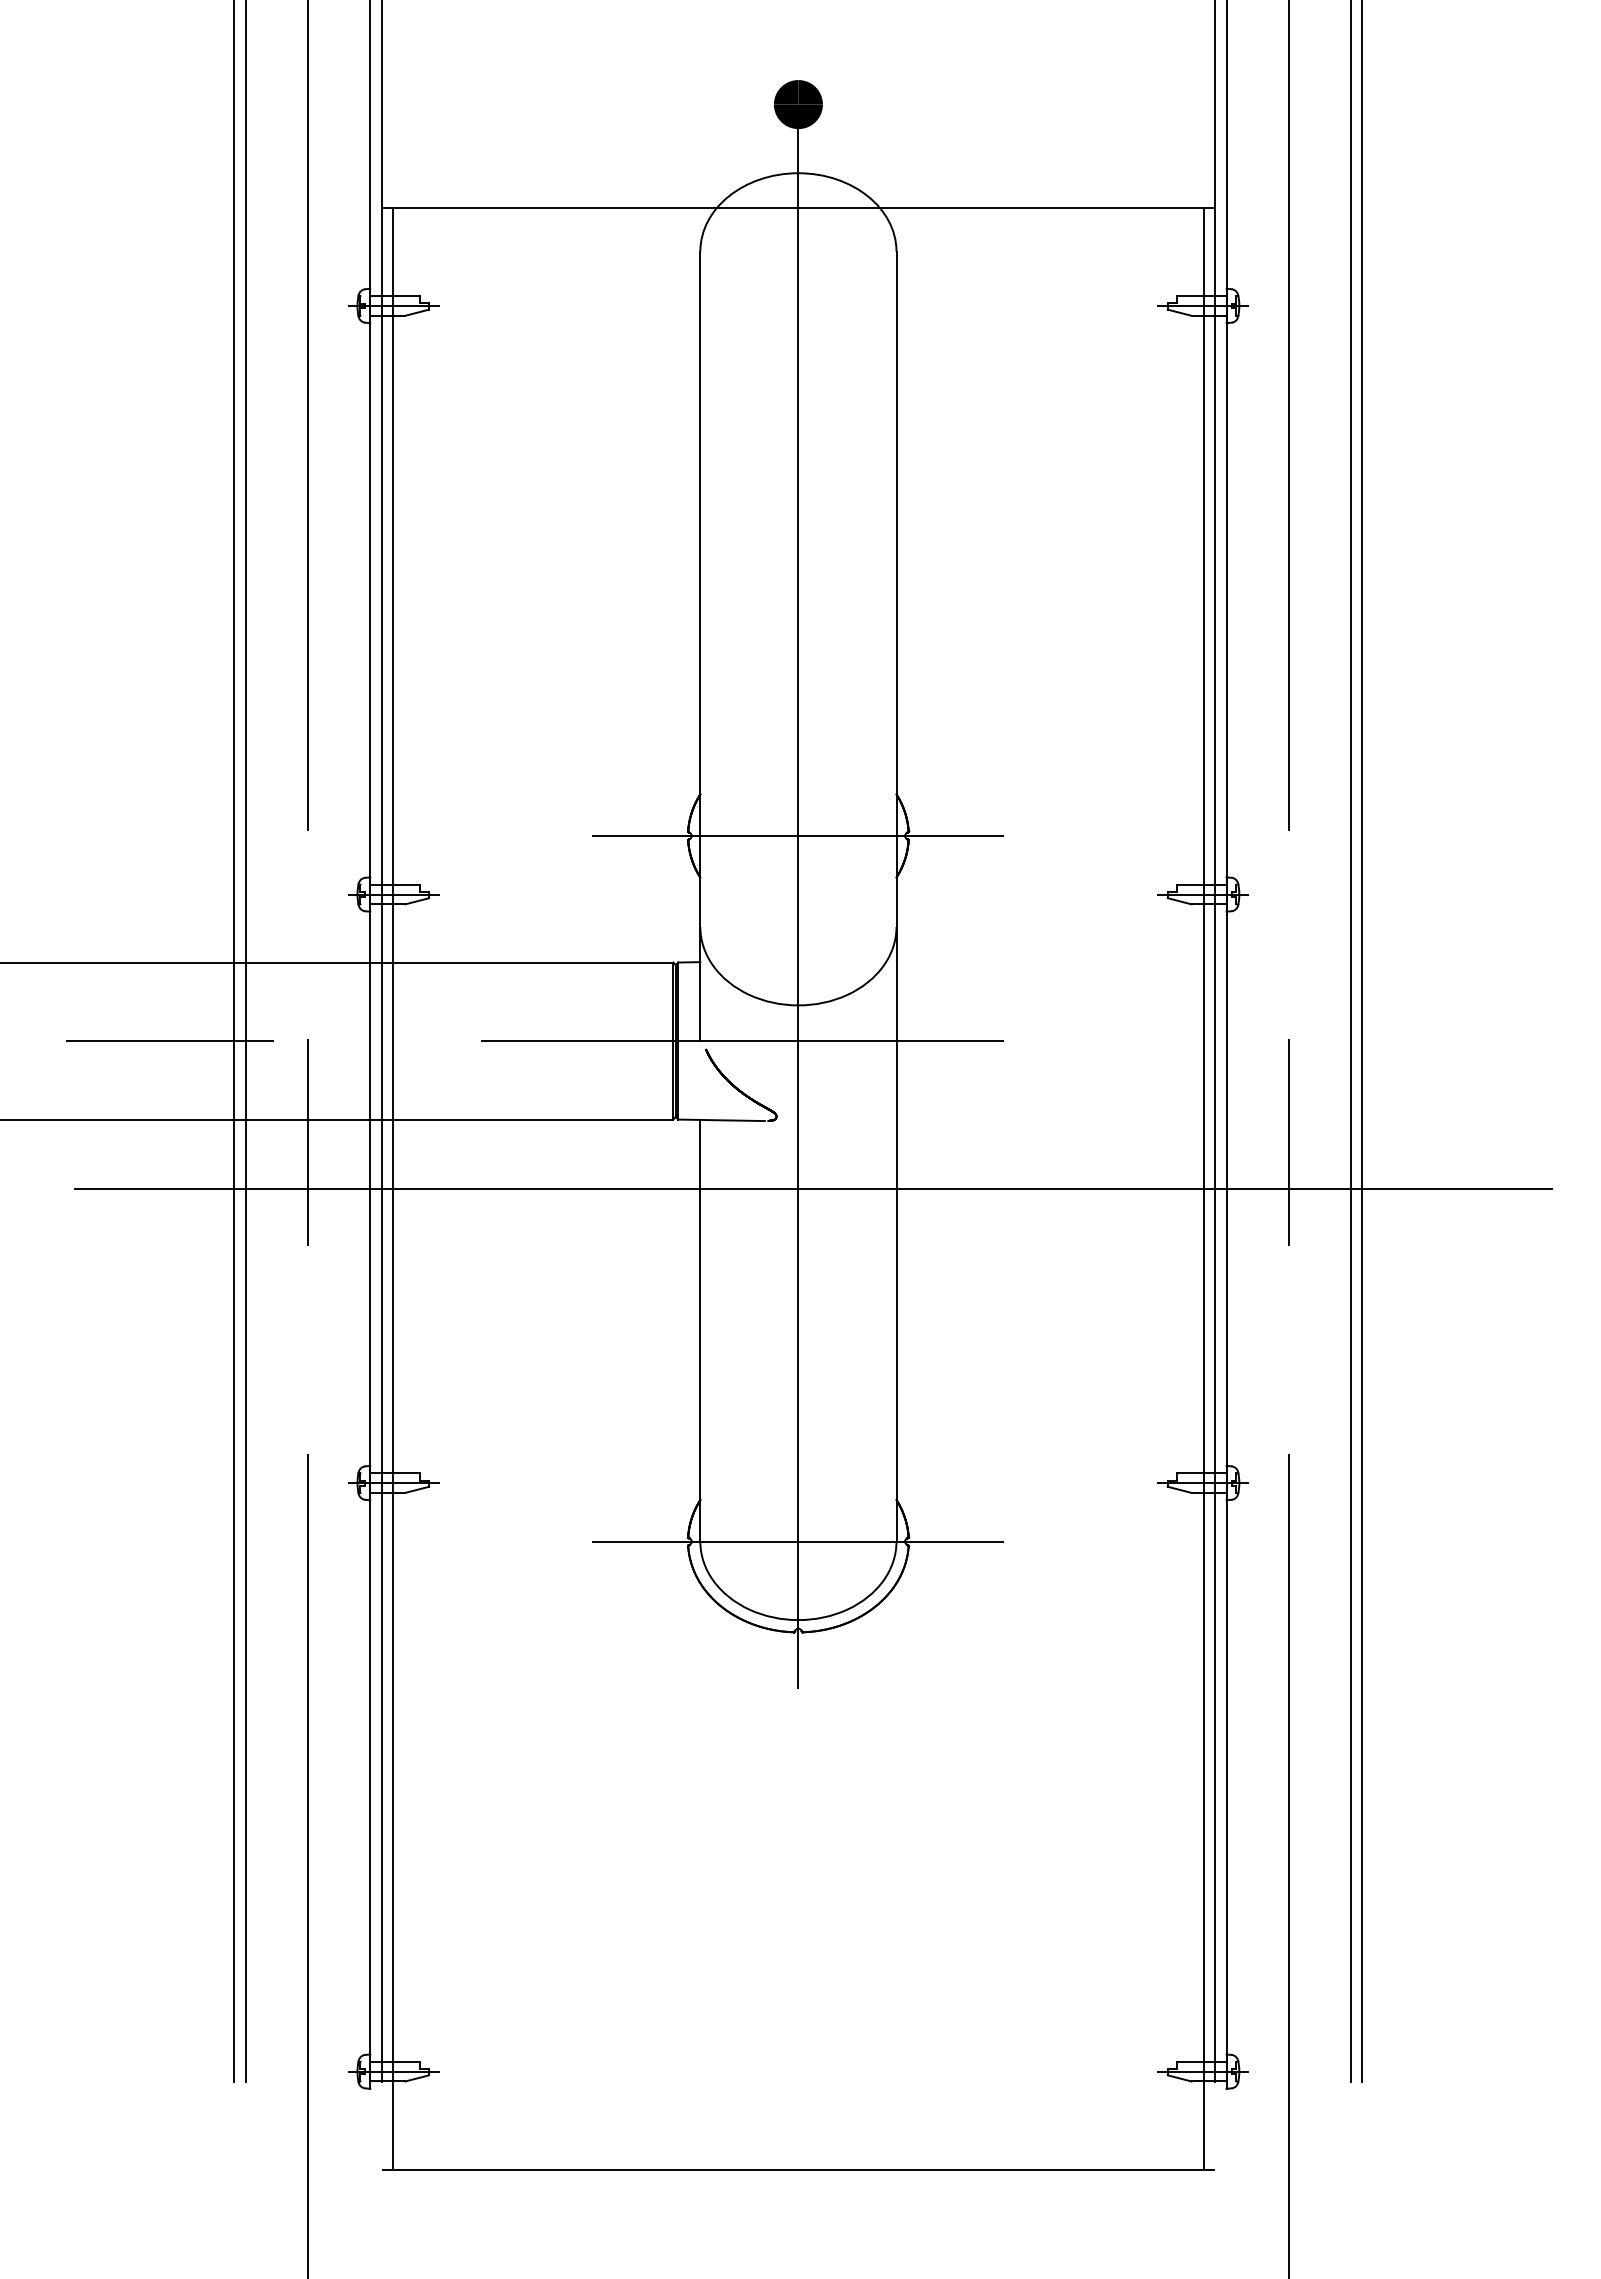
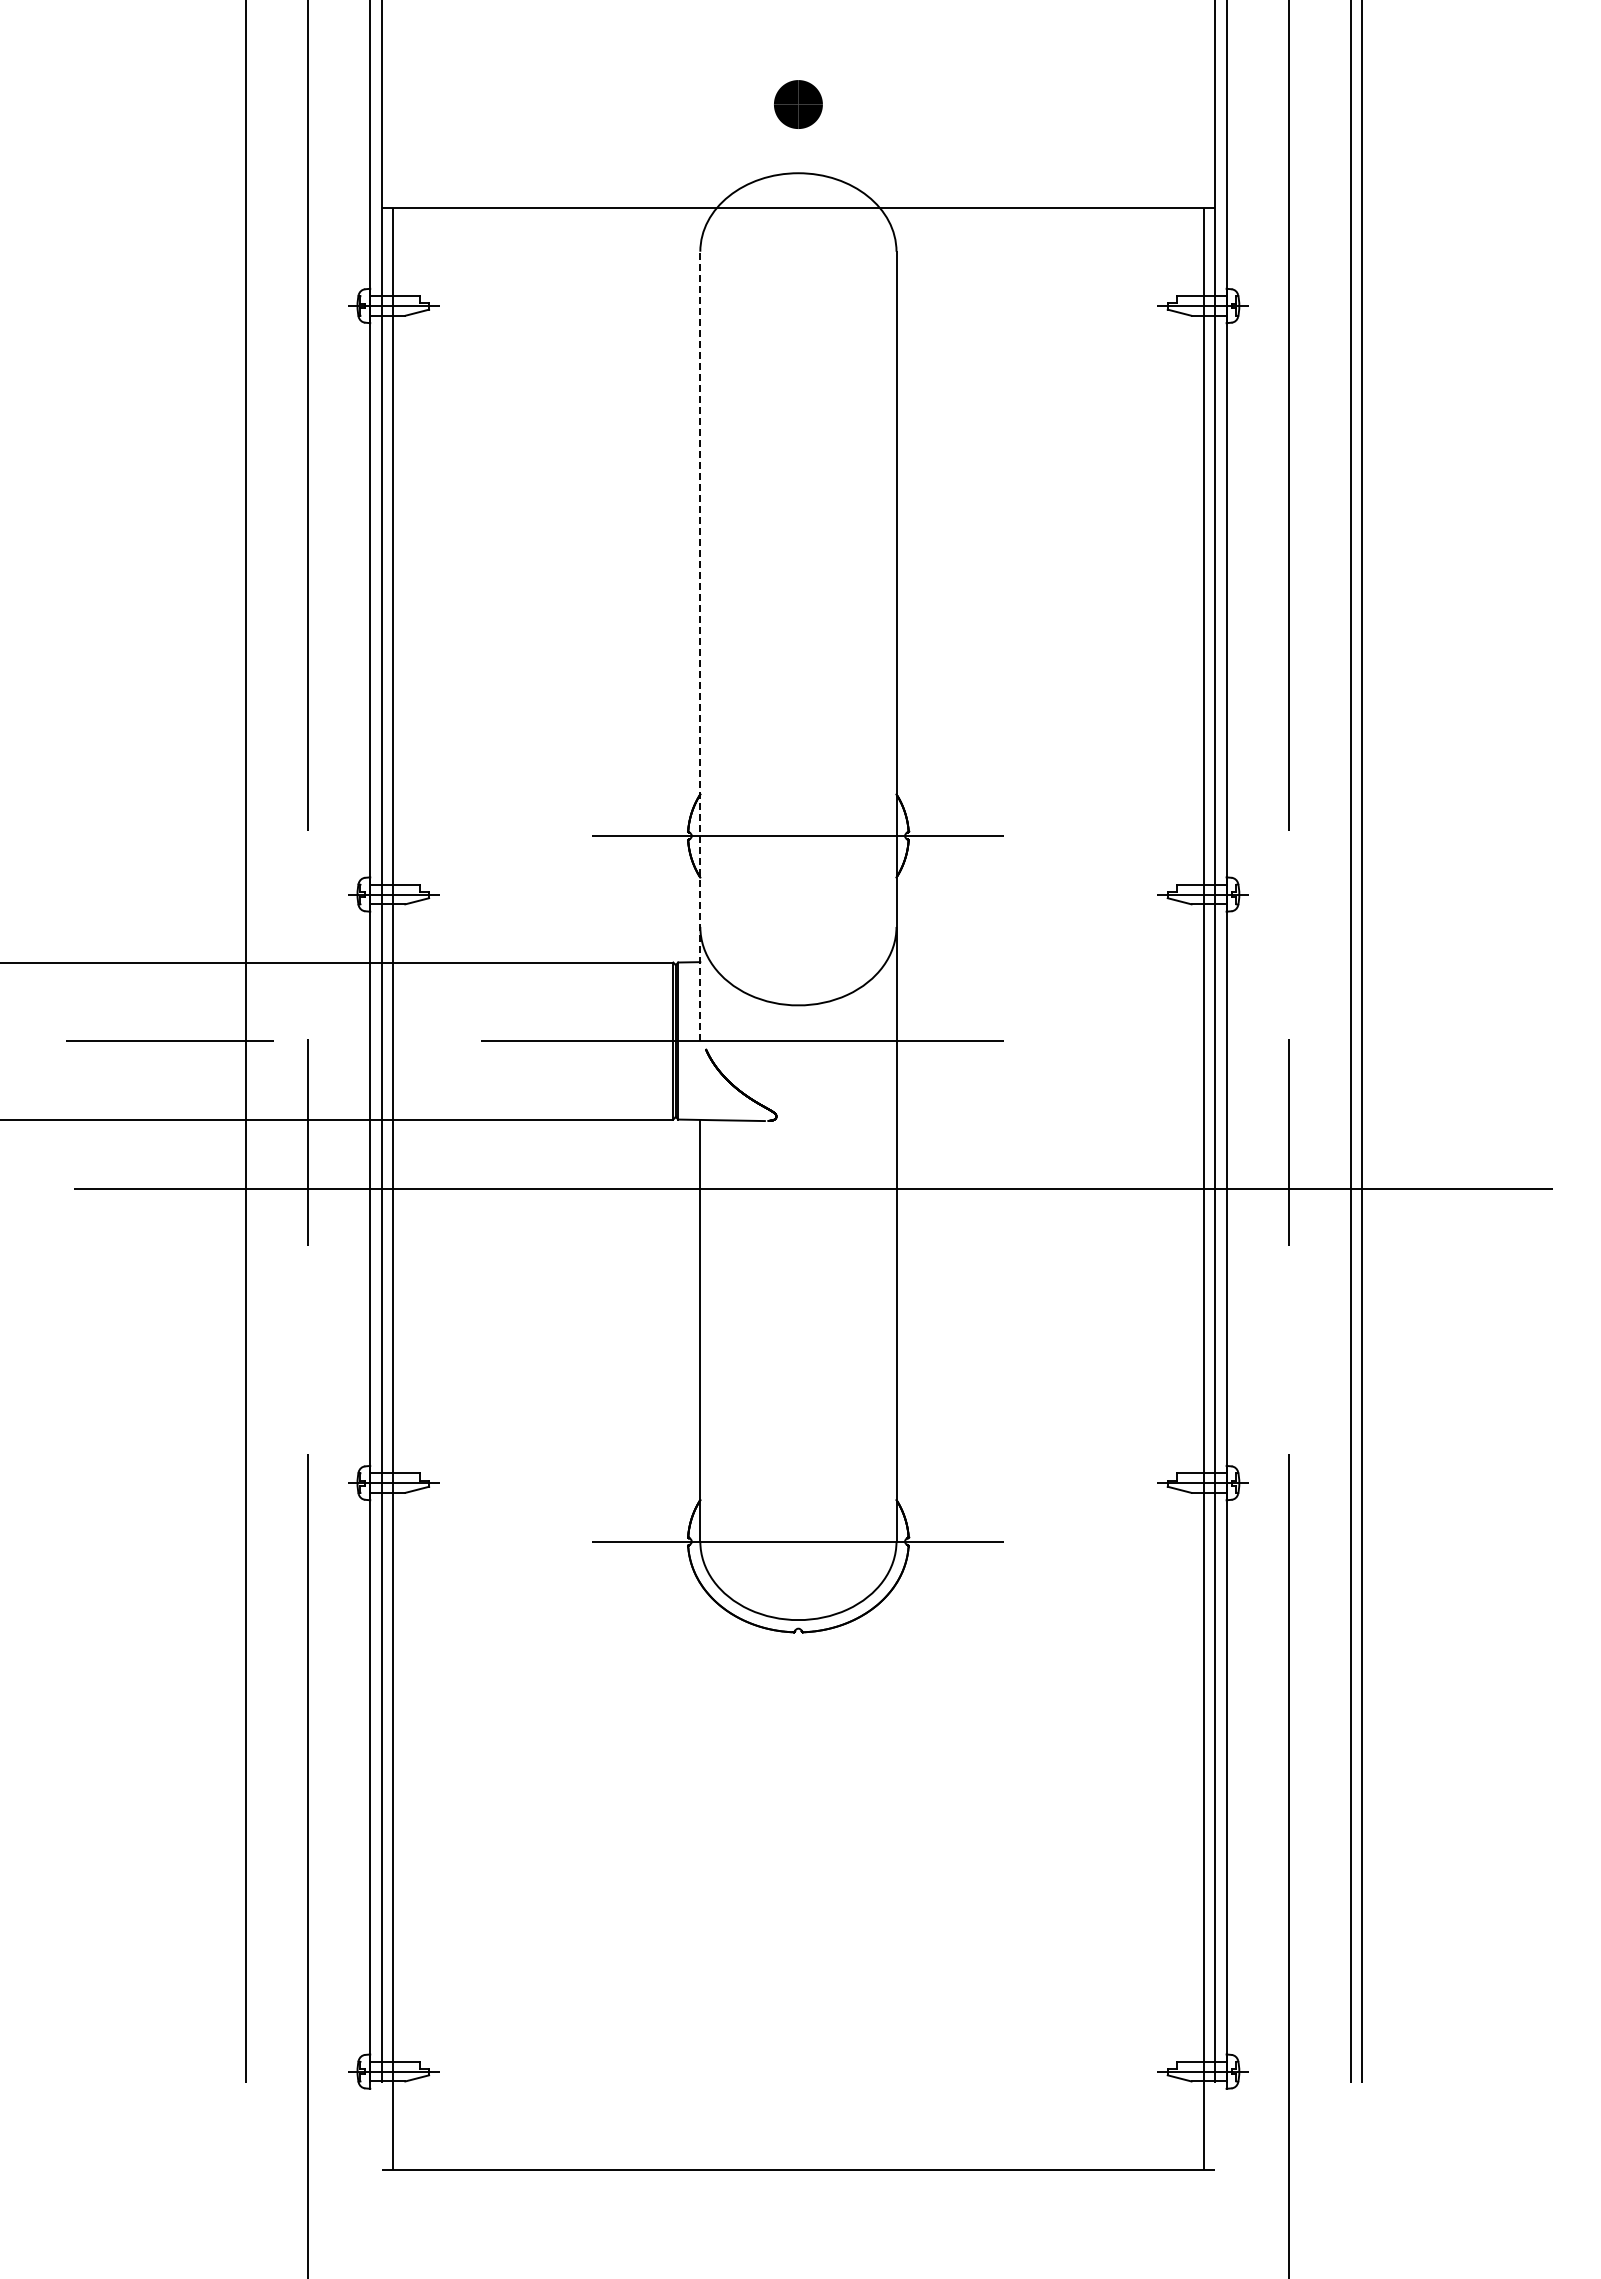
line at (700, 646): solid -> dashed
line at (798, 896): present -> none
line at (234, 1138): present -> none
